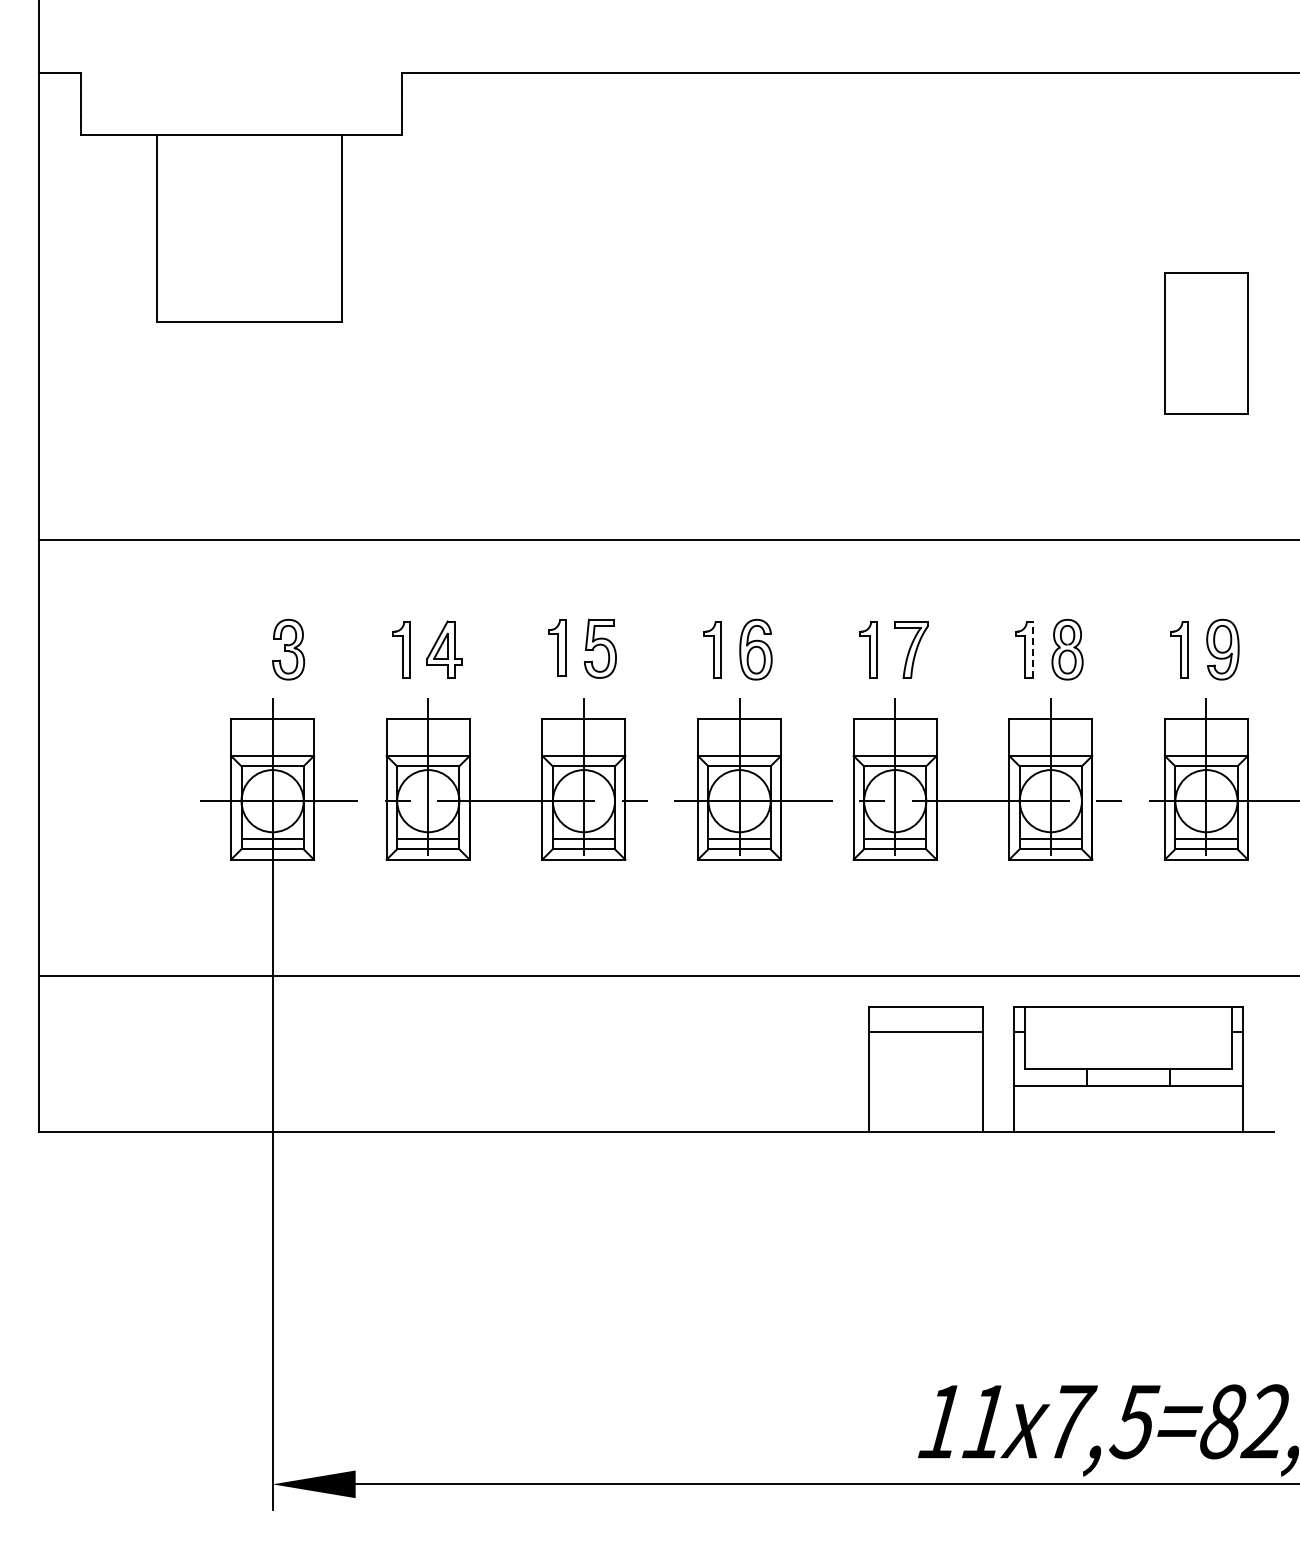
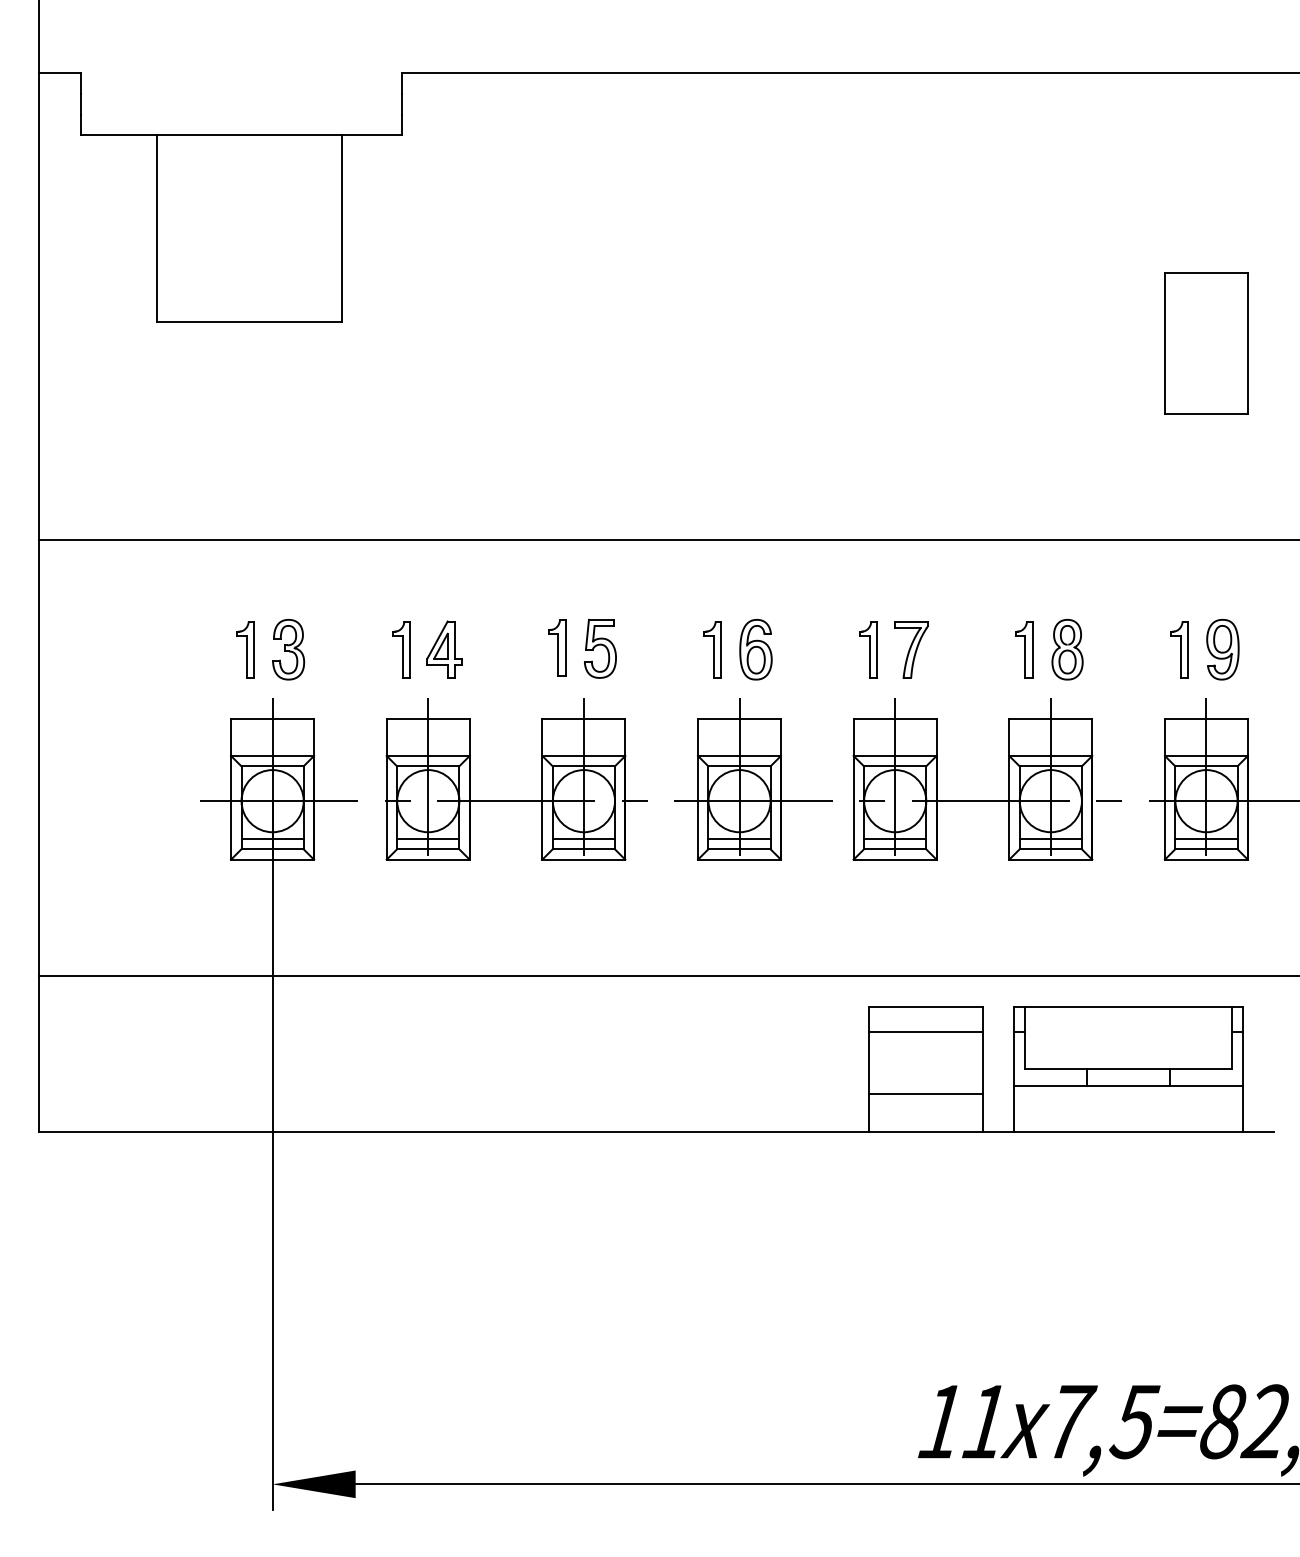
part at (245, 649): none -> present
line at (1032, 649): dashed -> solid
line at (926, 1094): none -> present
